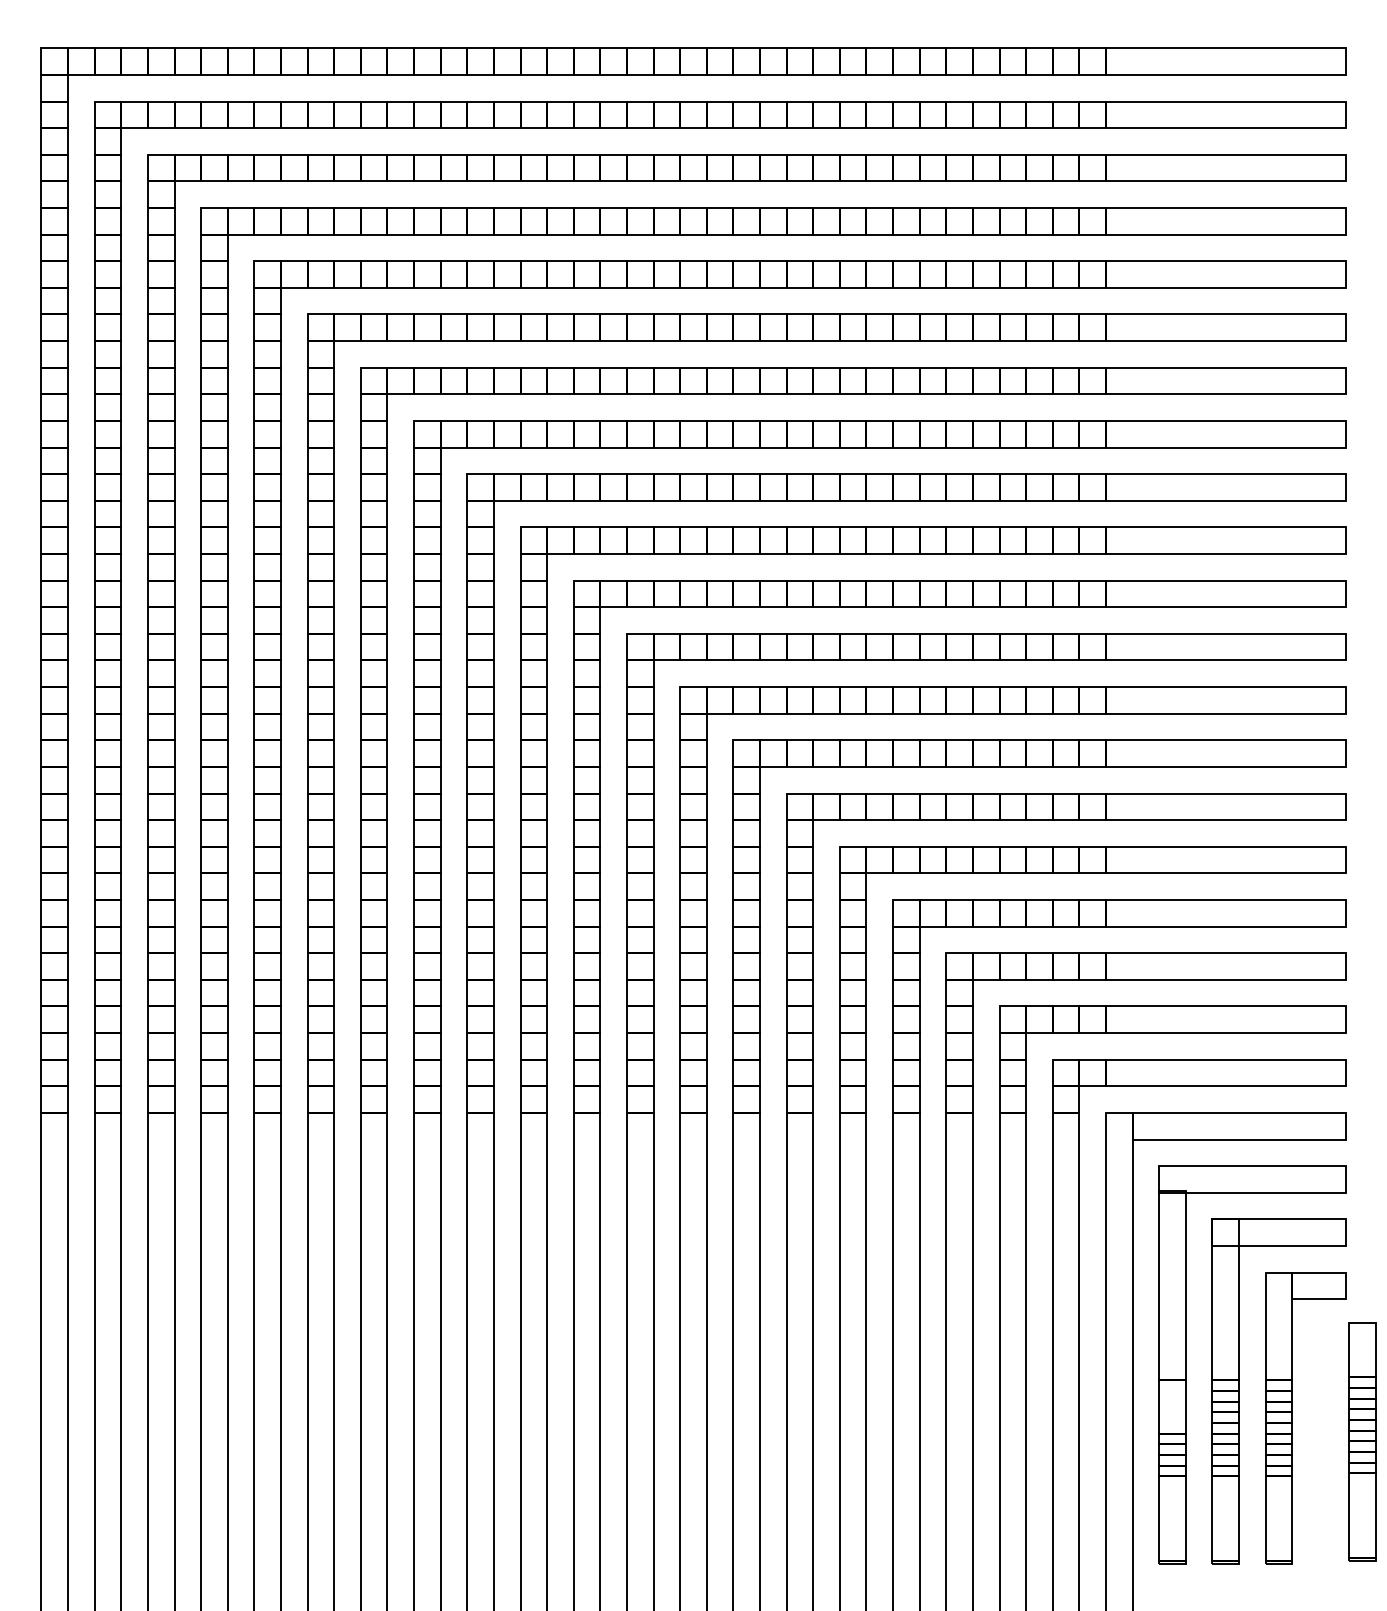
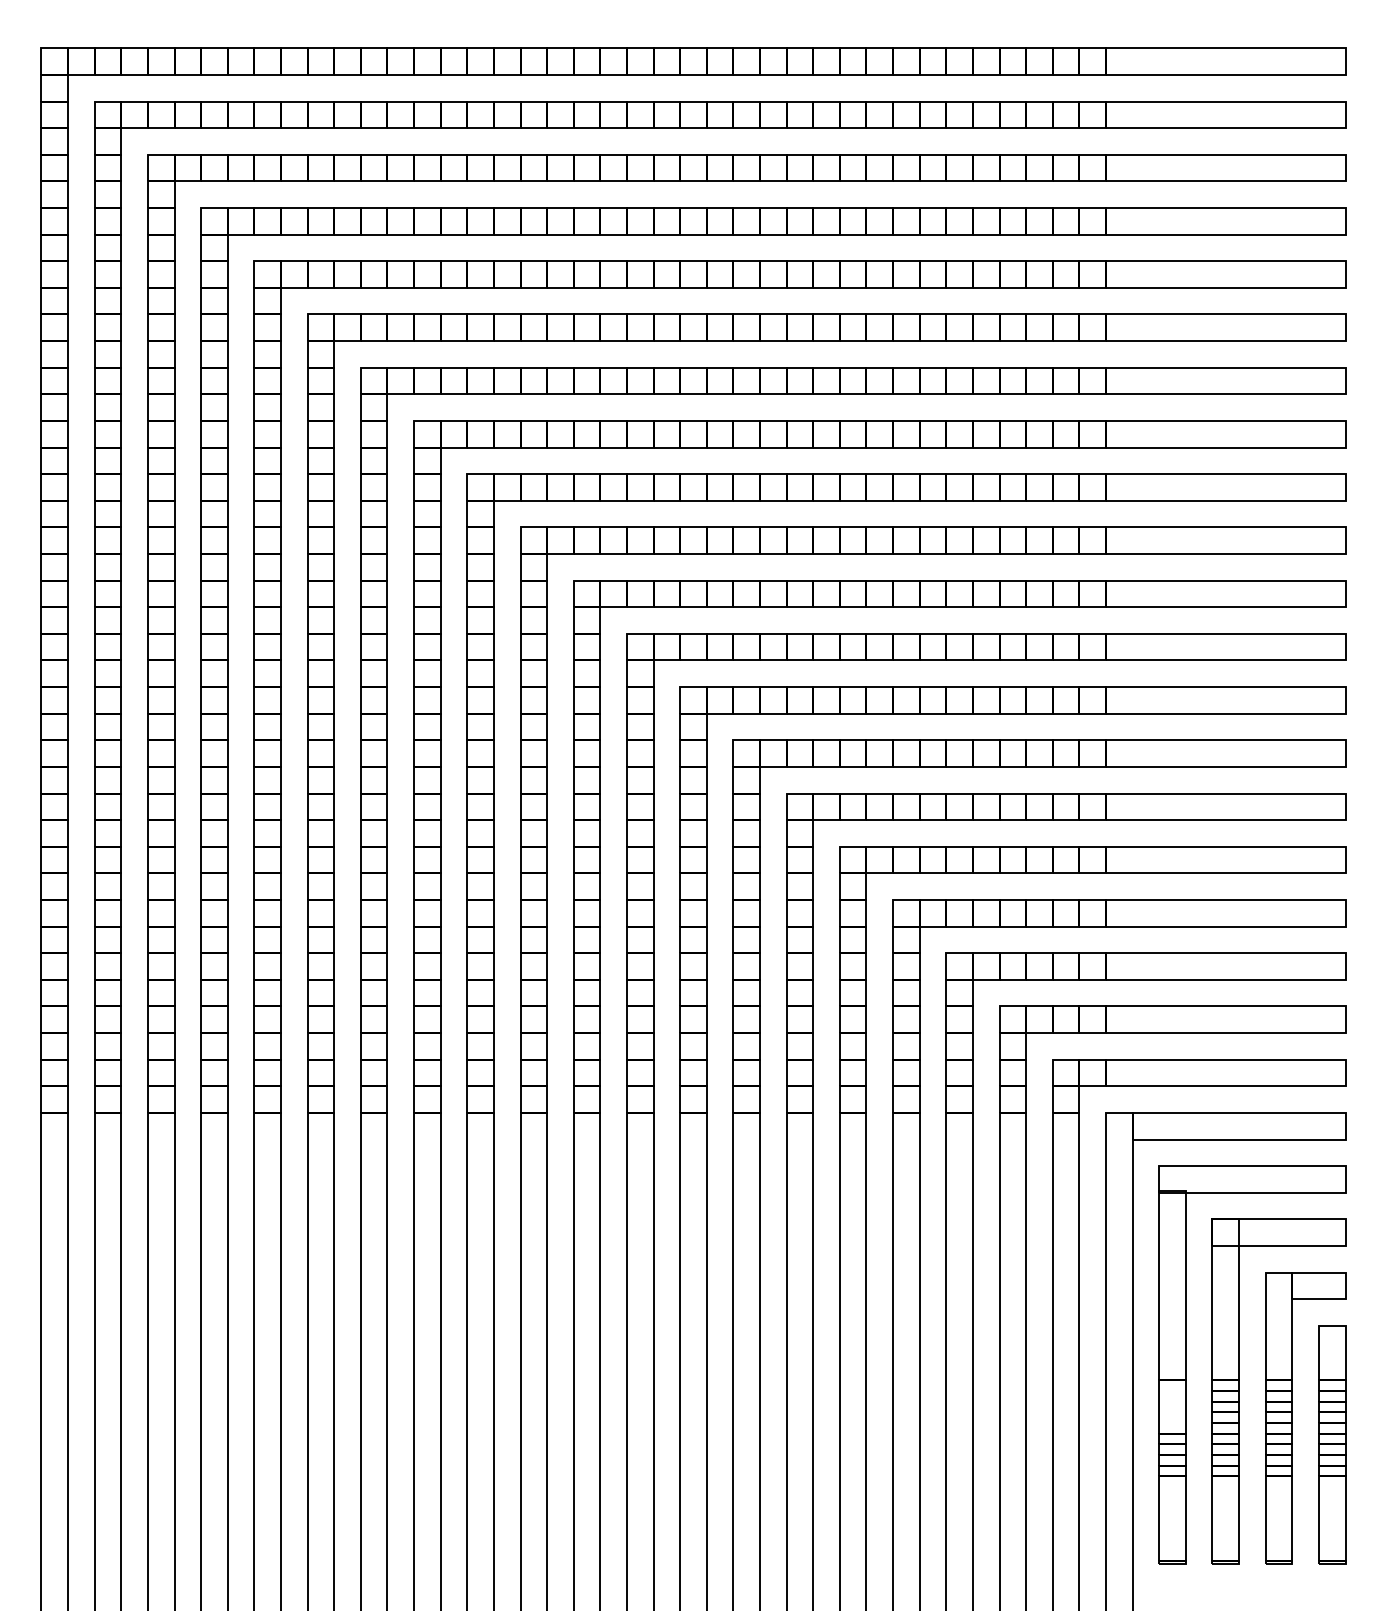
part at (1362, 1441) position: (1362, 1441) -> (1332, 1444)
